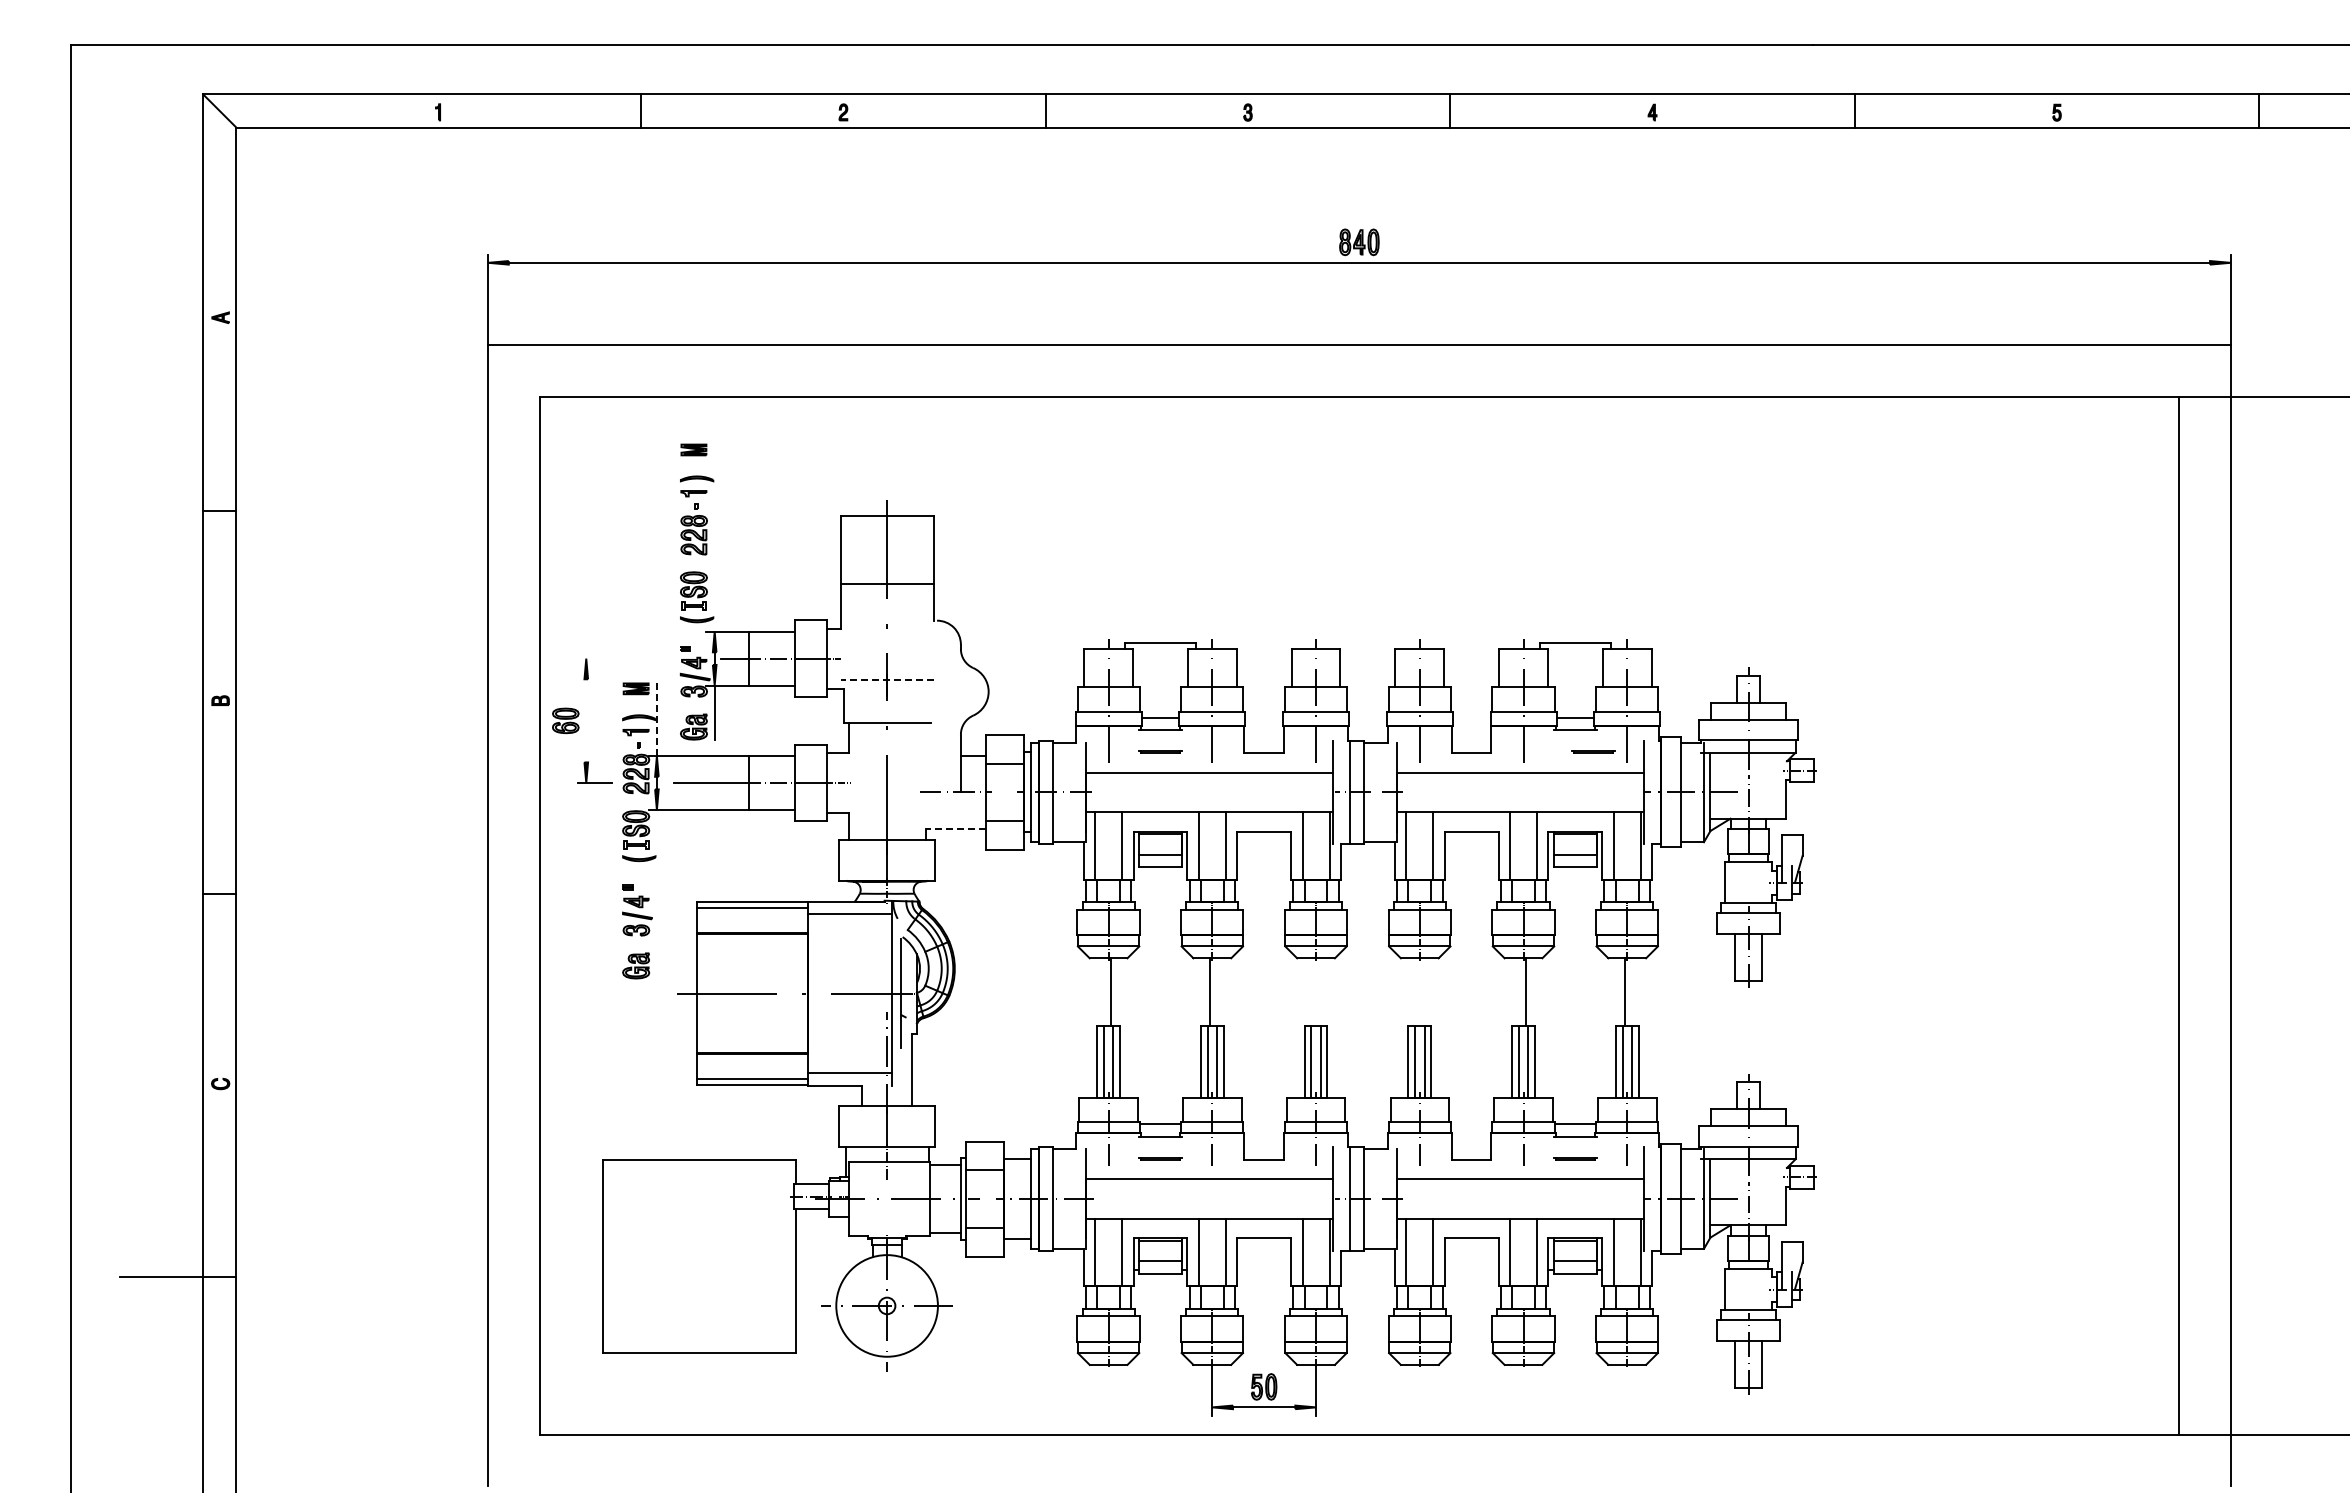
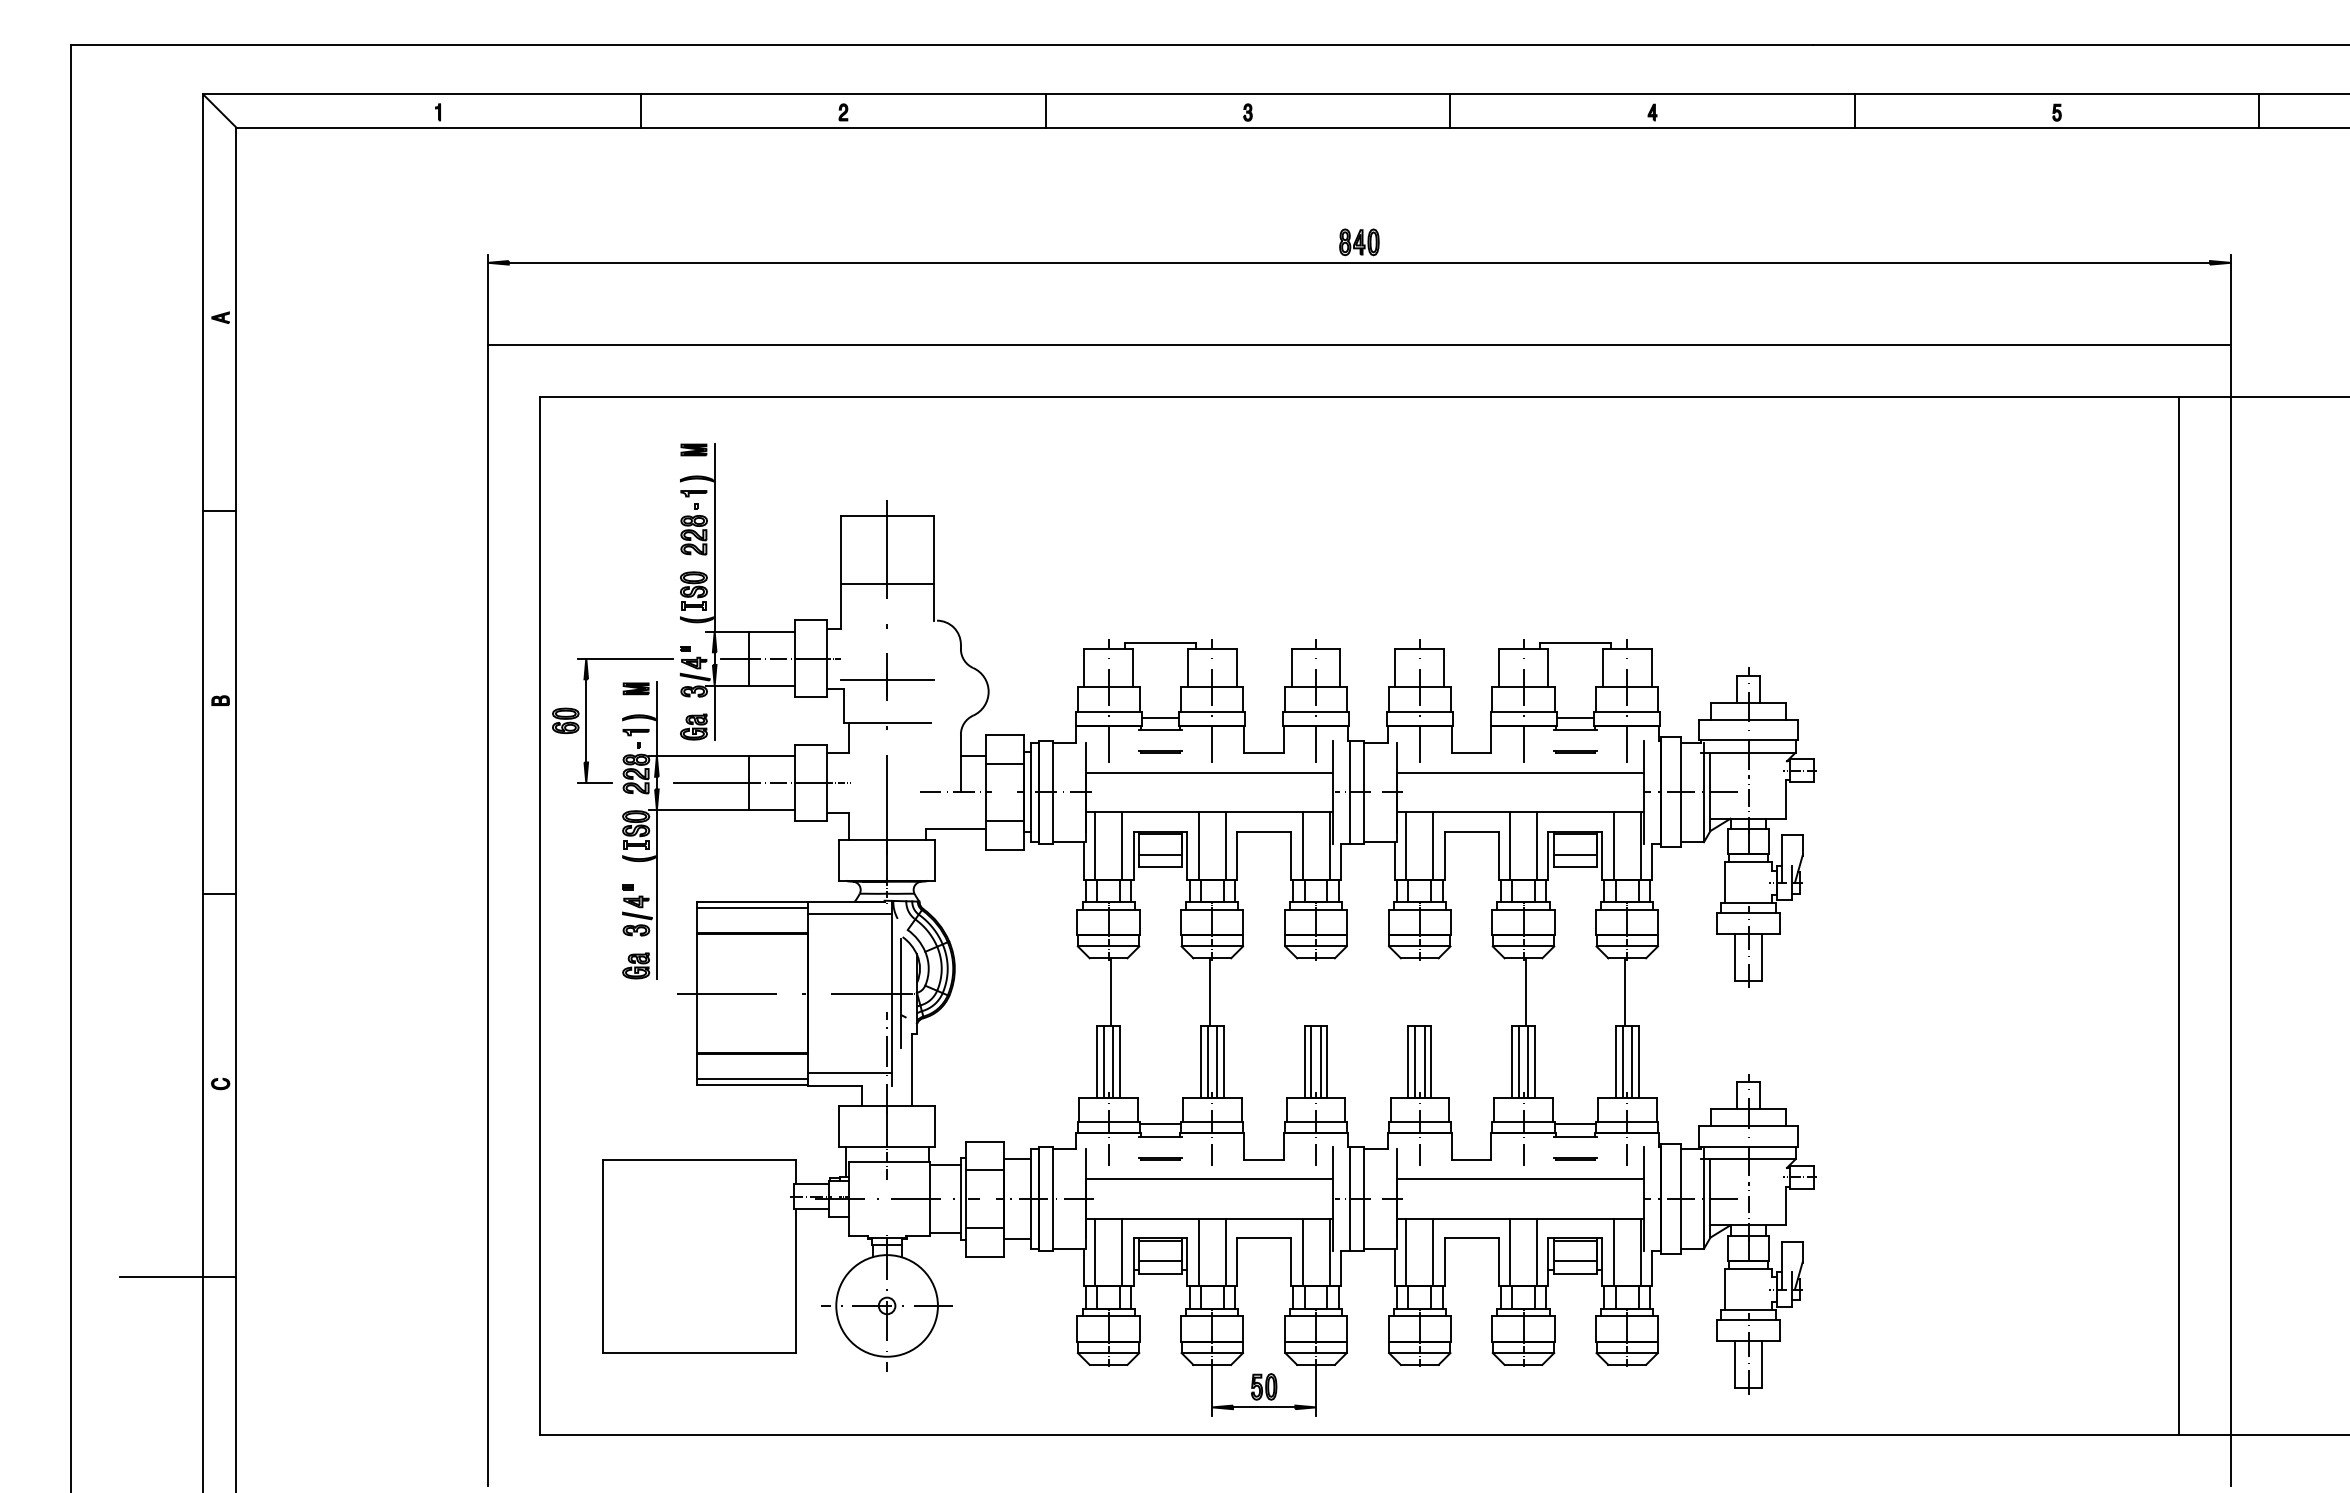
line at (714, 537): none -> present
line at (625, 658): none -> present
line at (887, 680): dashed -> solid
line at (656, 719): dashed -> solid
line at (586, 720): none -> present
line at (1593, 751) position: (1593, 751) -> (1575, 751)
line at (955, 828): dashed -> solid
line at (656, 894): none -> present
